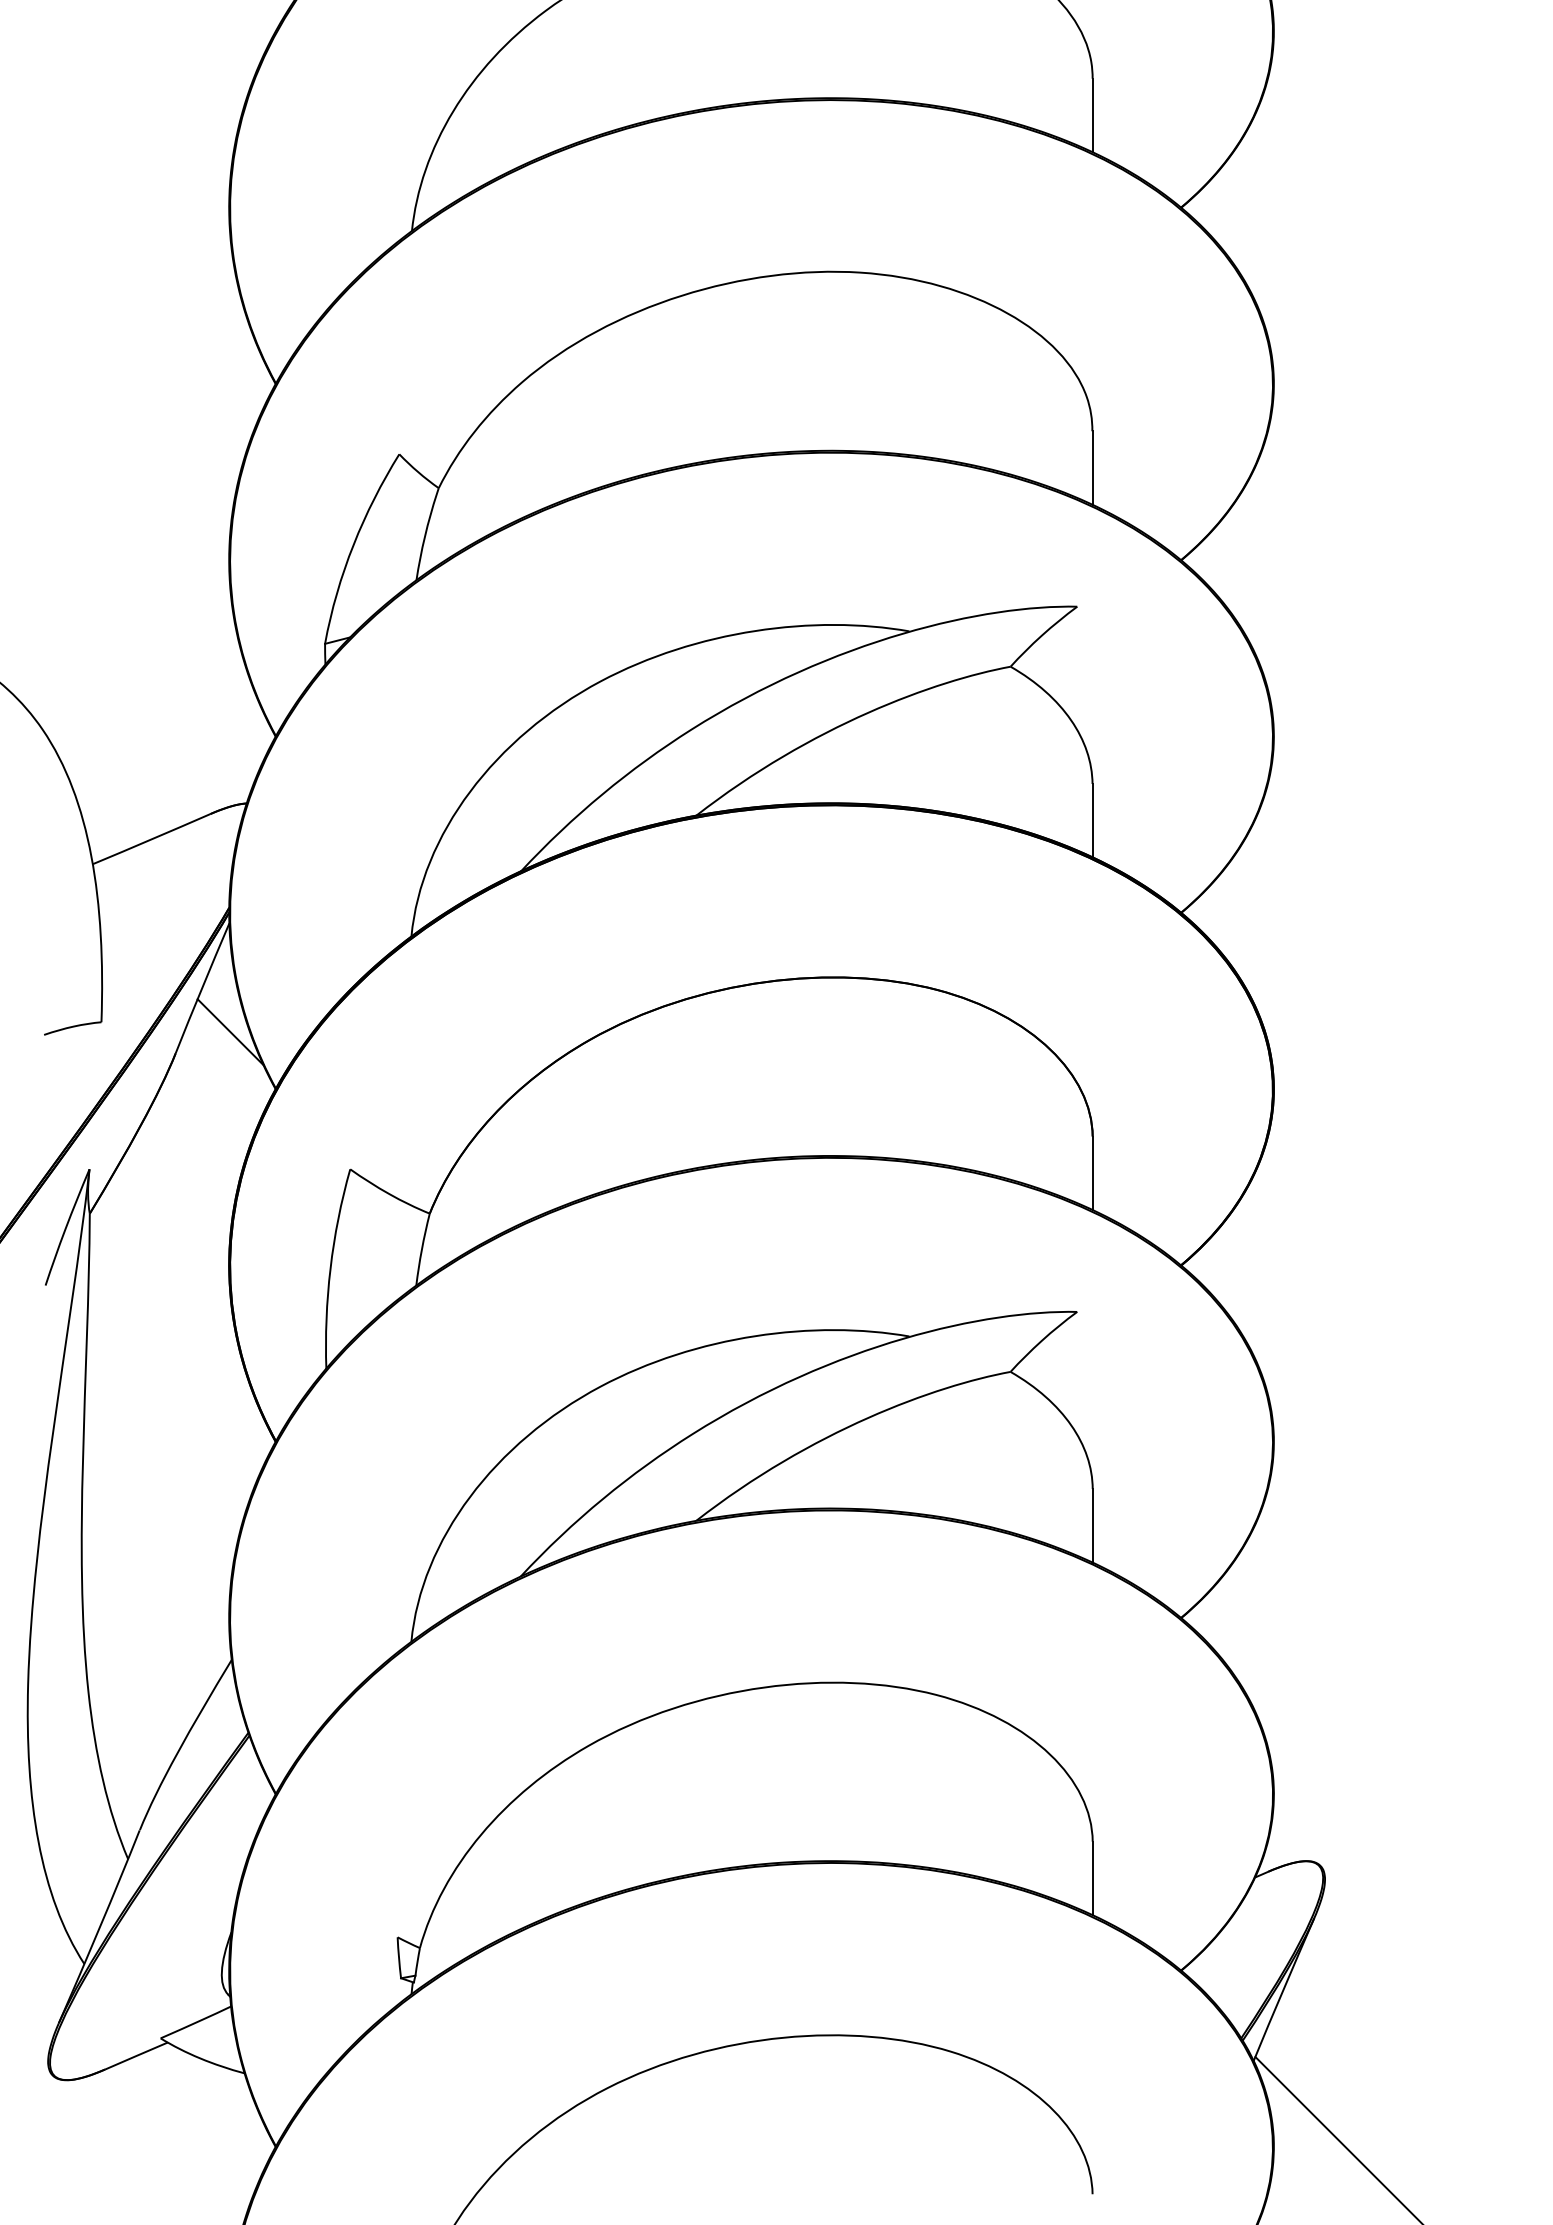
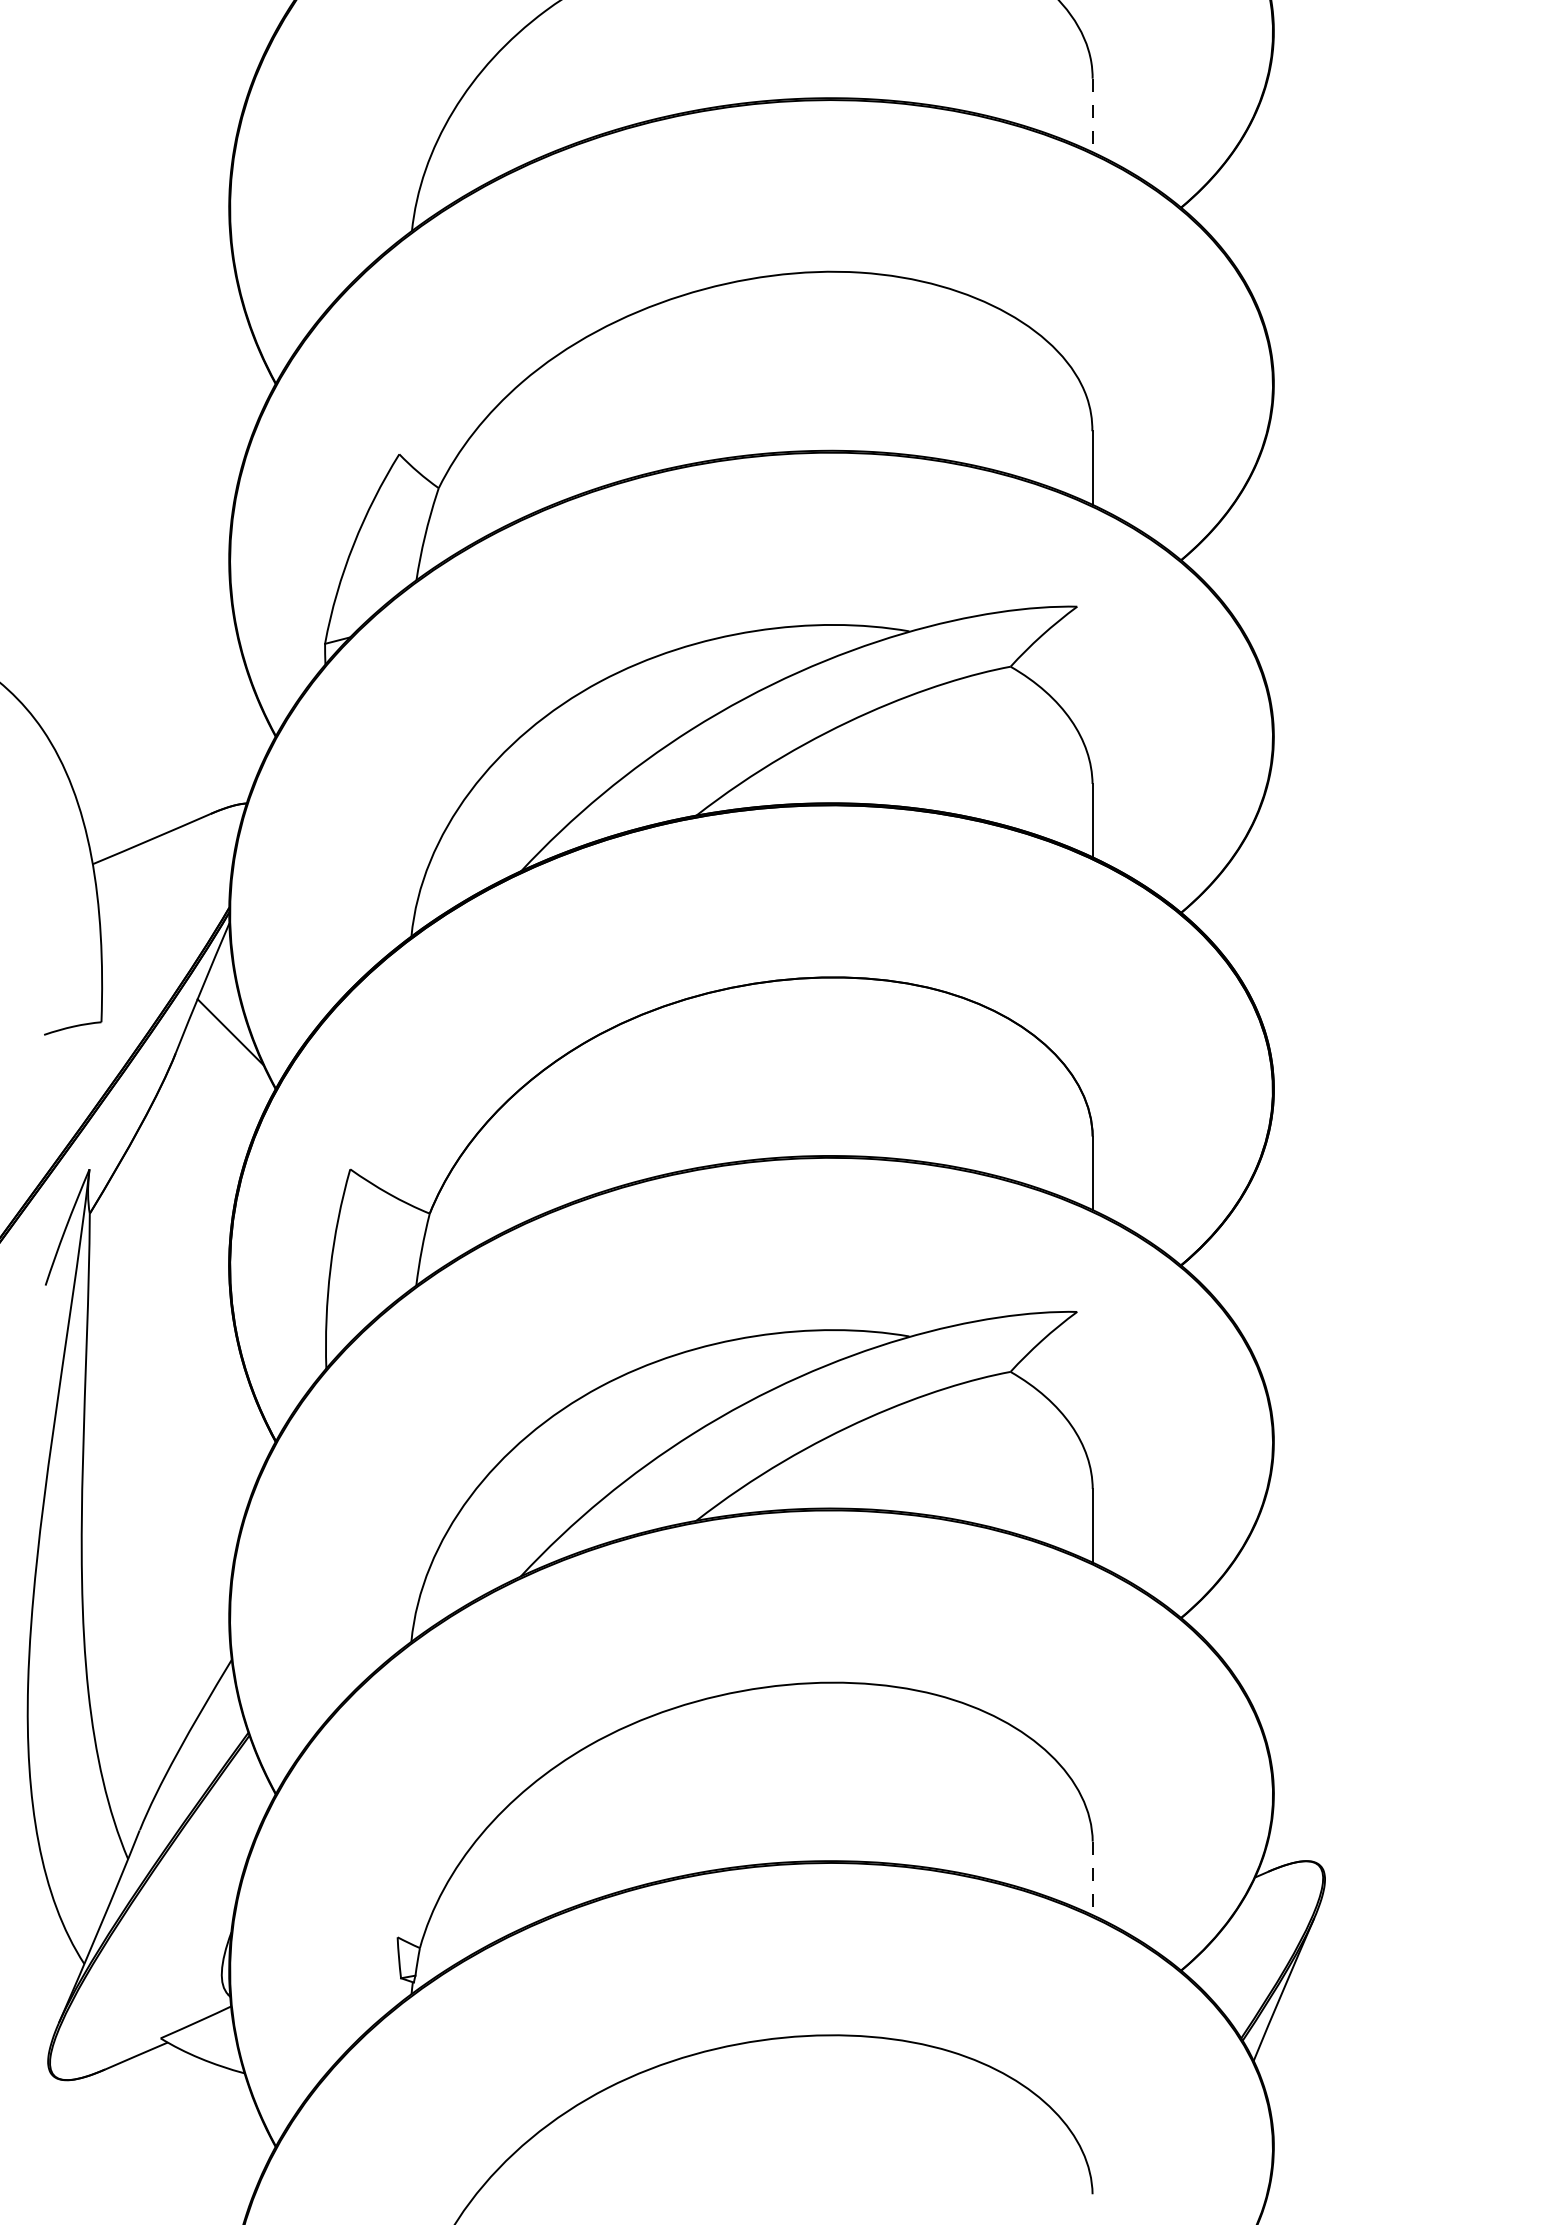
line at (1092, 115): solid -> dashed
line at (1092, 1878): solid -> dashed
line at (1337, 2139): present -> none
